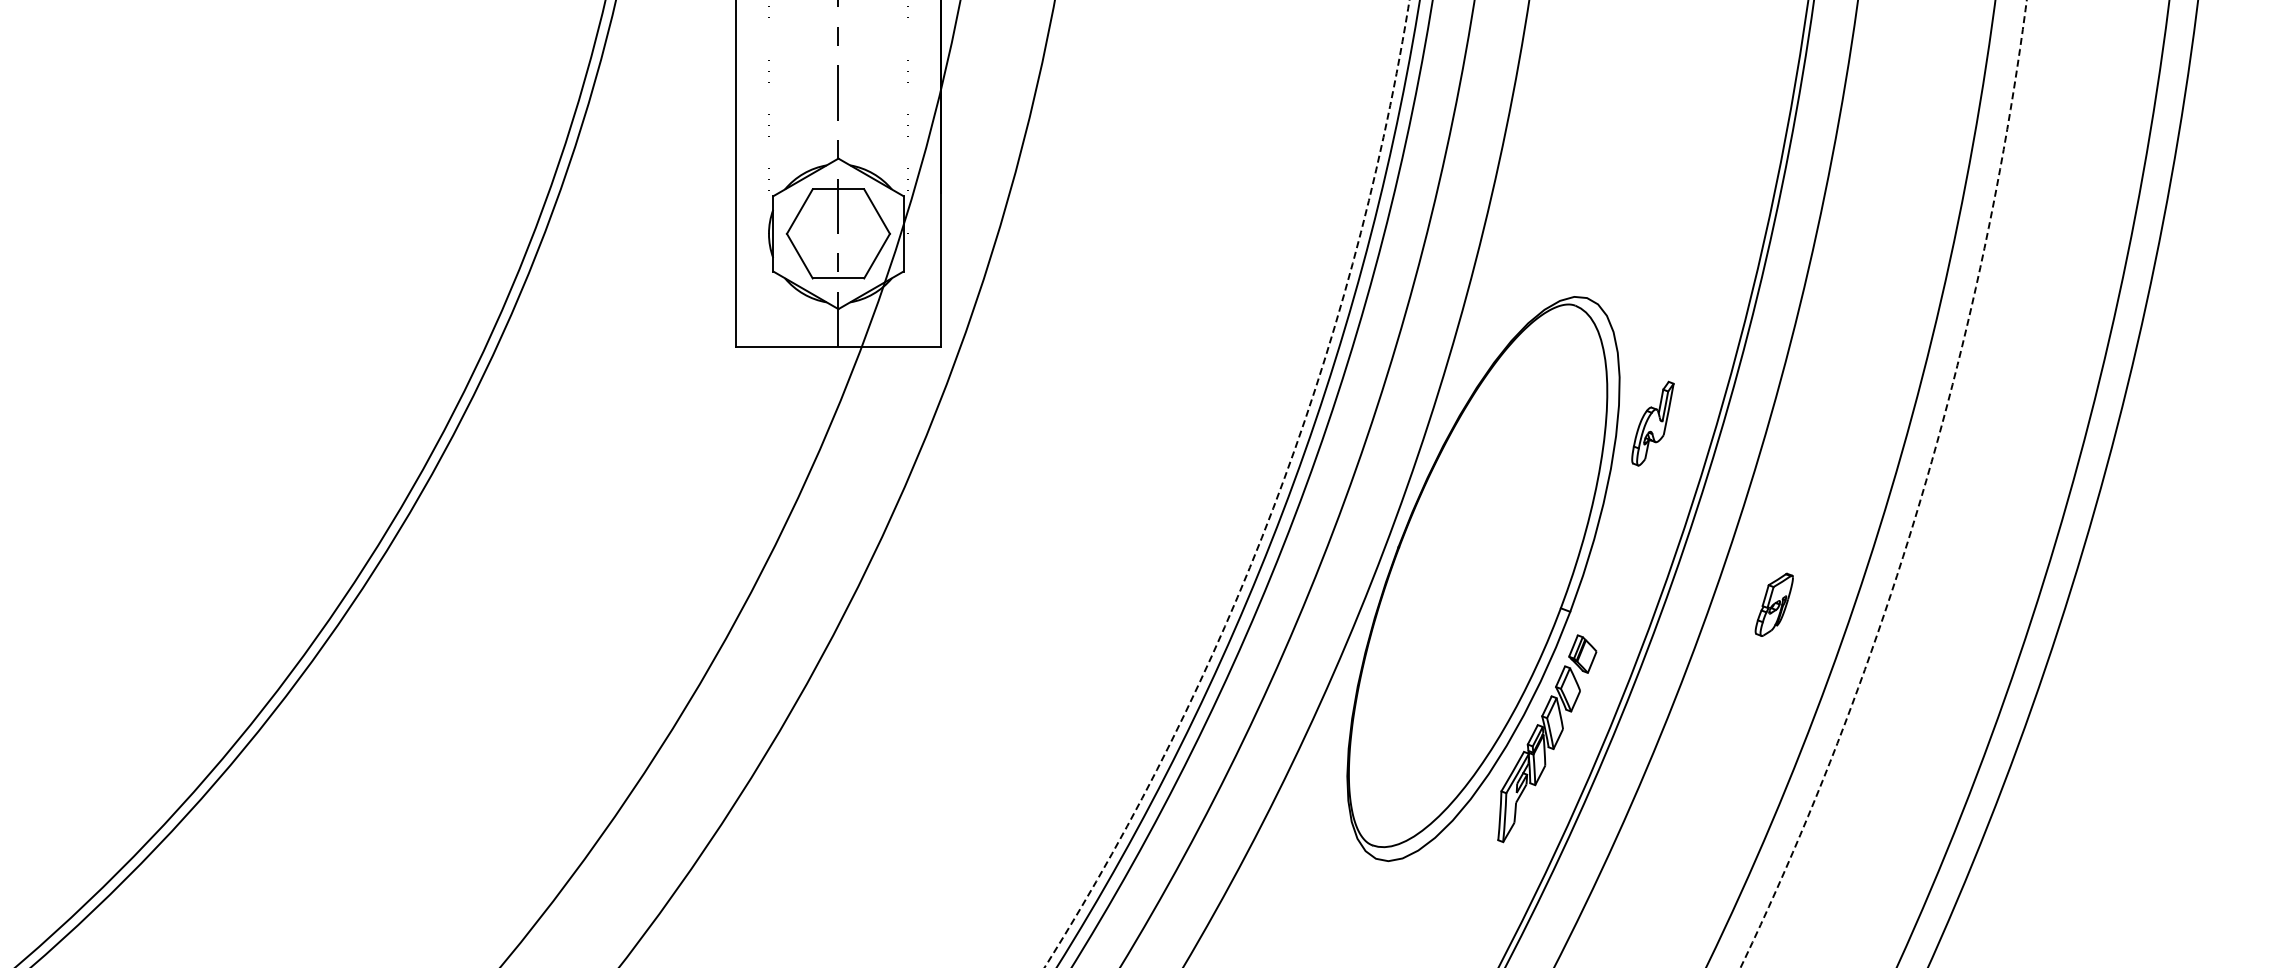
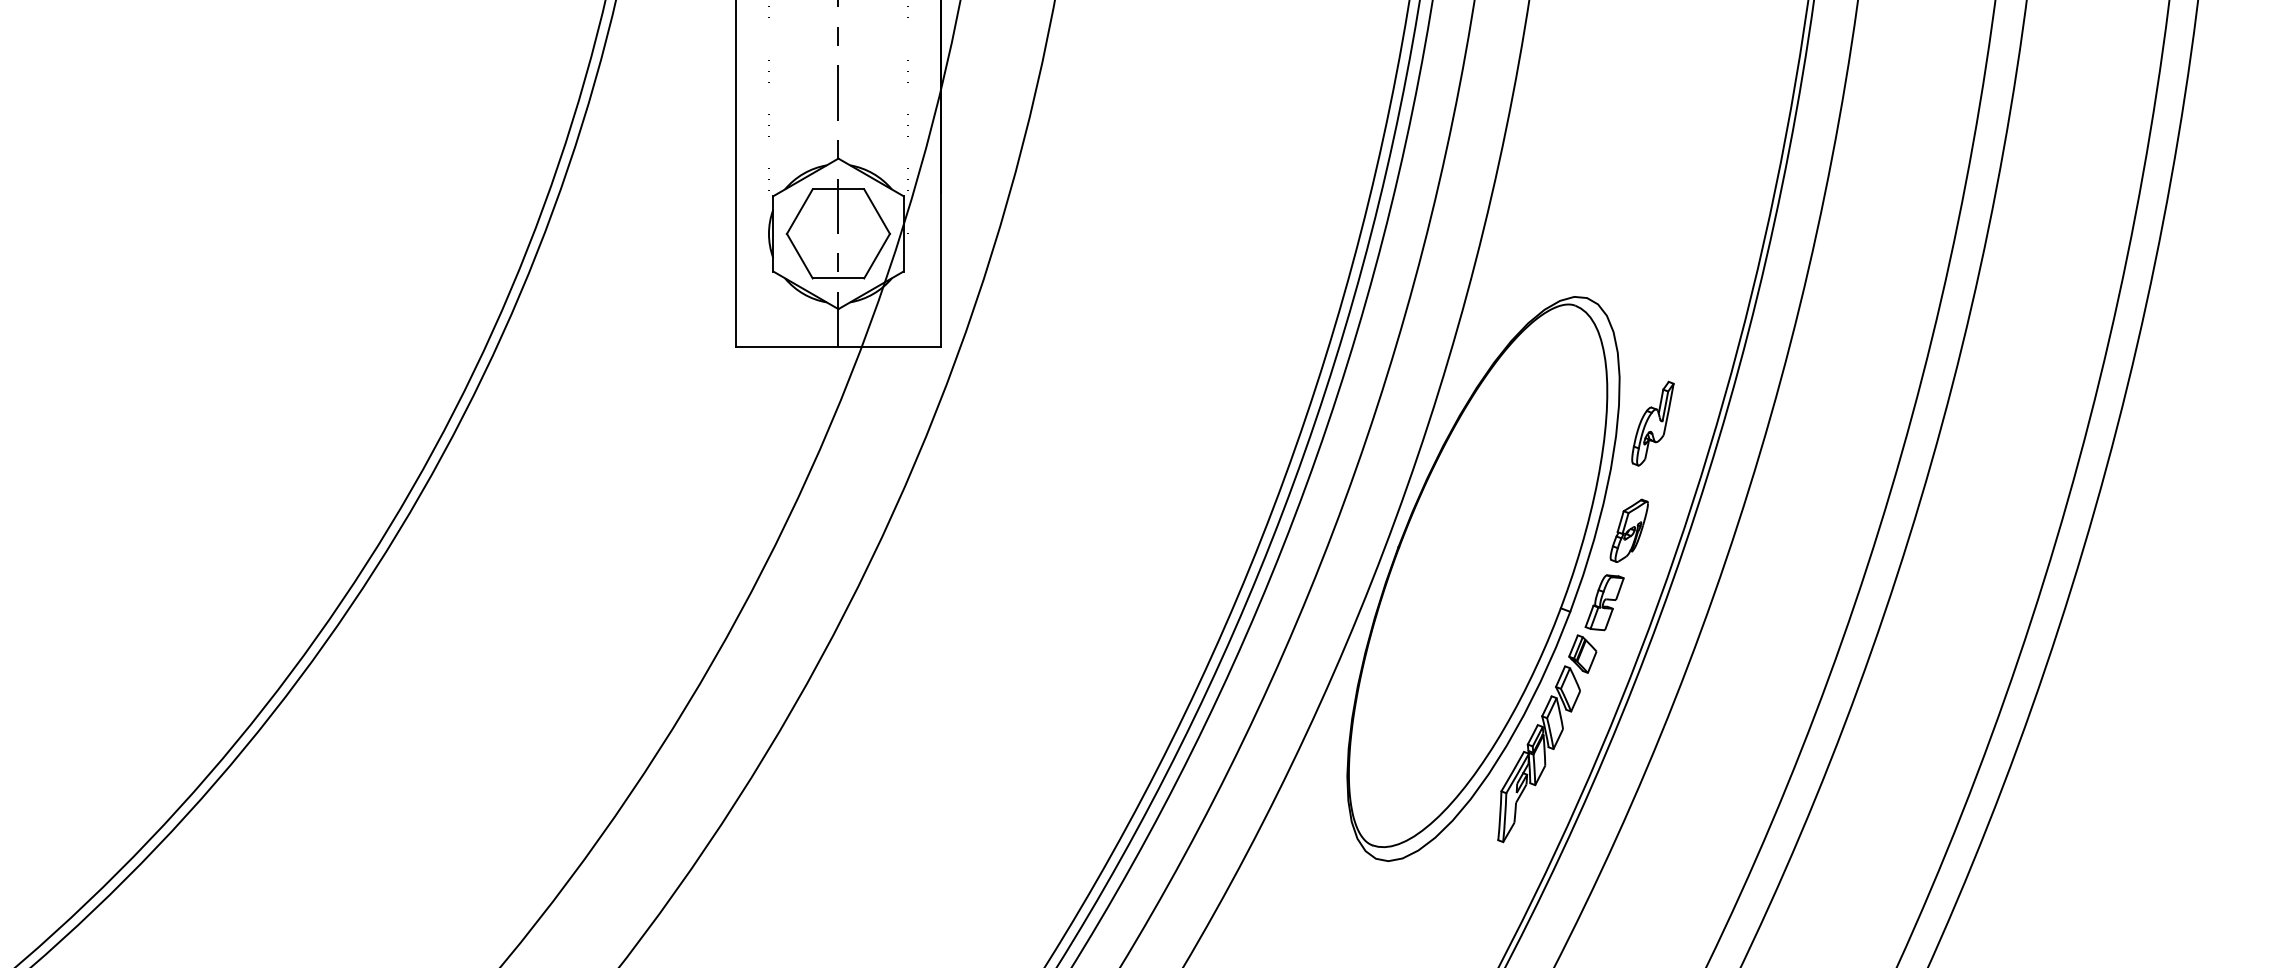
circle at (1226, 483): dashed -> solid
circle at (1883, 483): dashed -> solid
part at (1604, 602): none -> present
part at (1773, 604) position: (1773, 604) -> (1628, 530)
